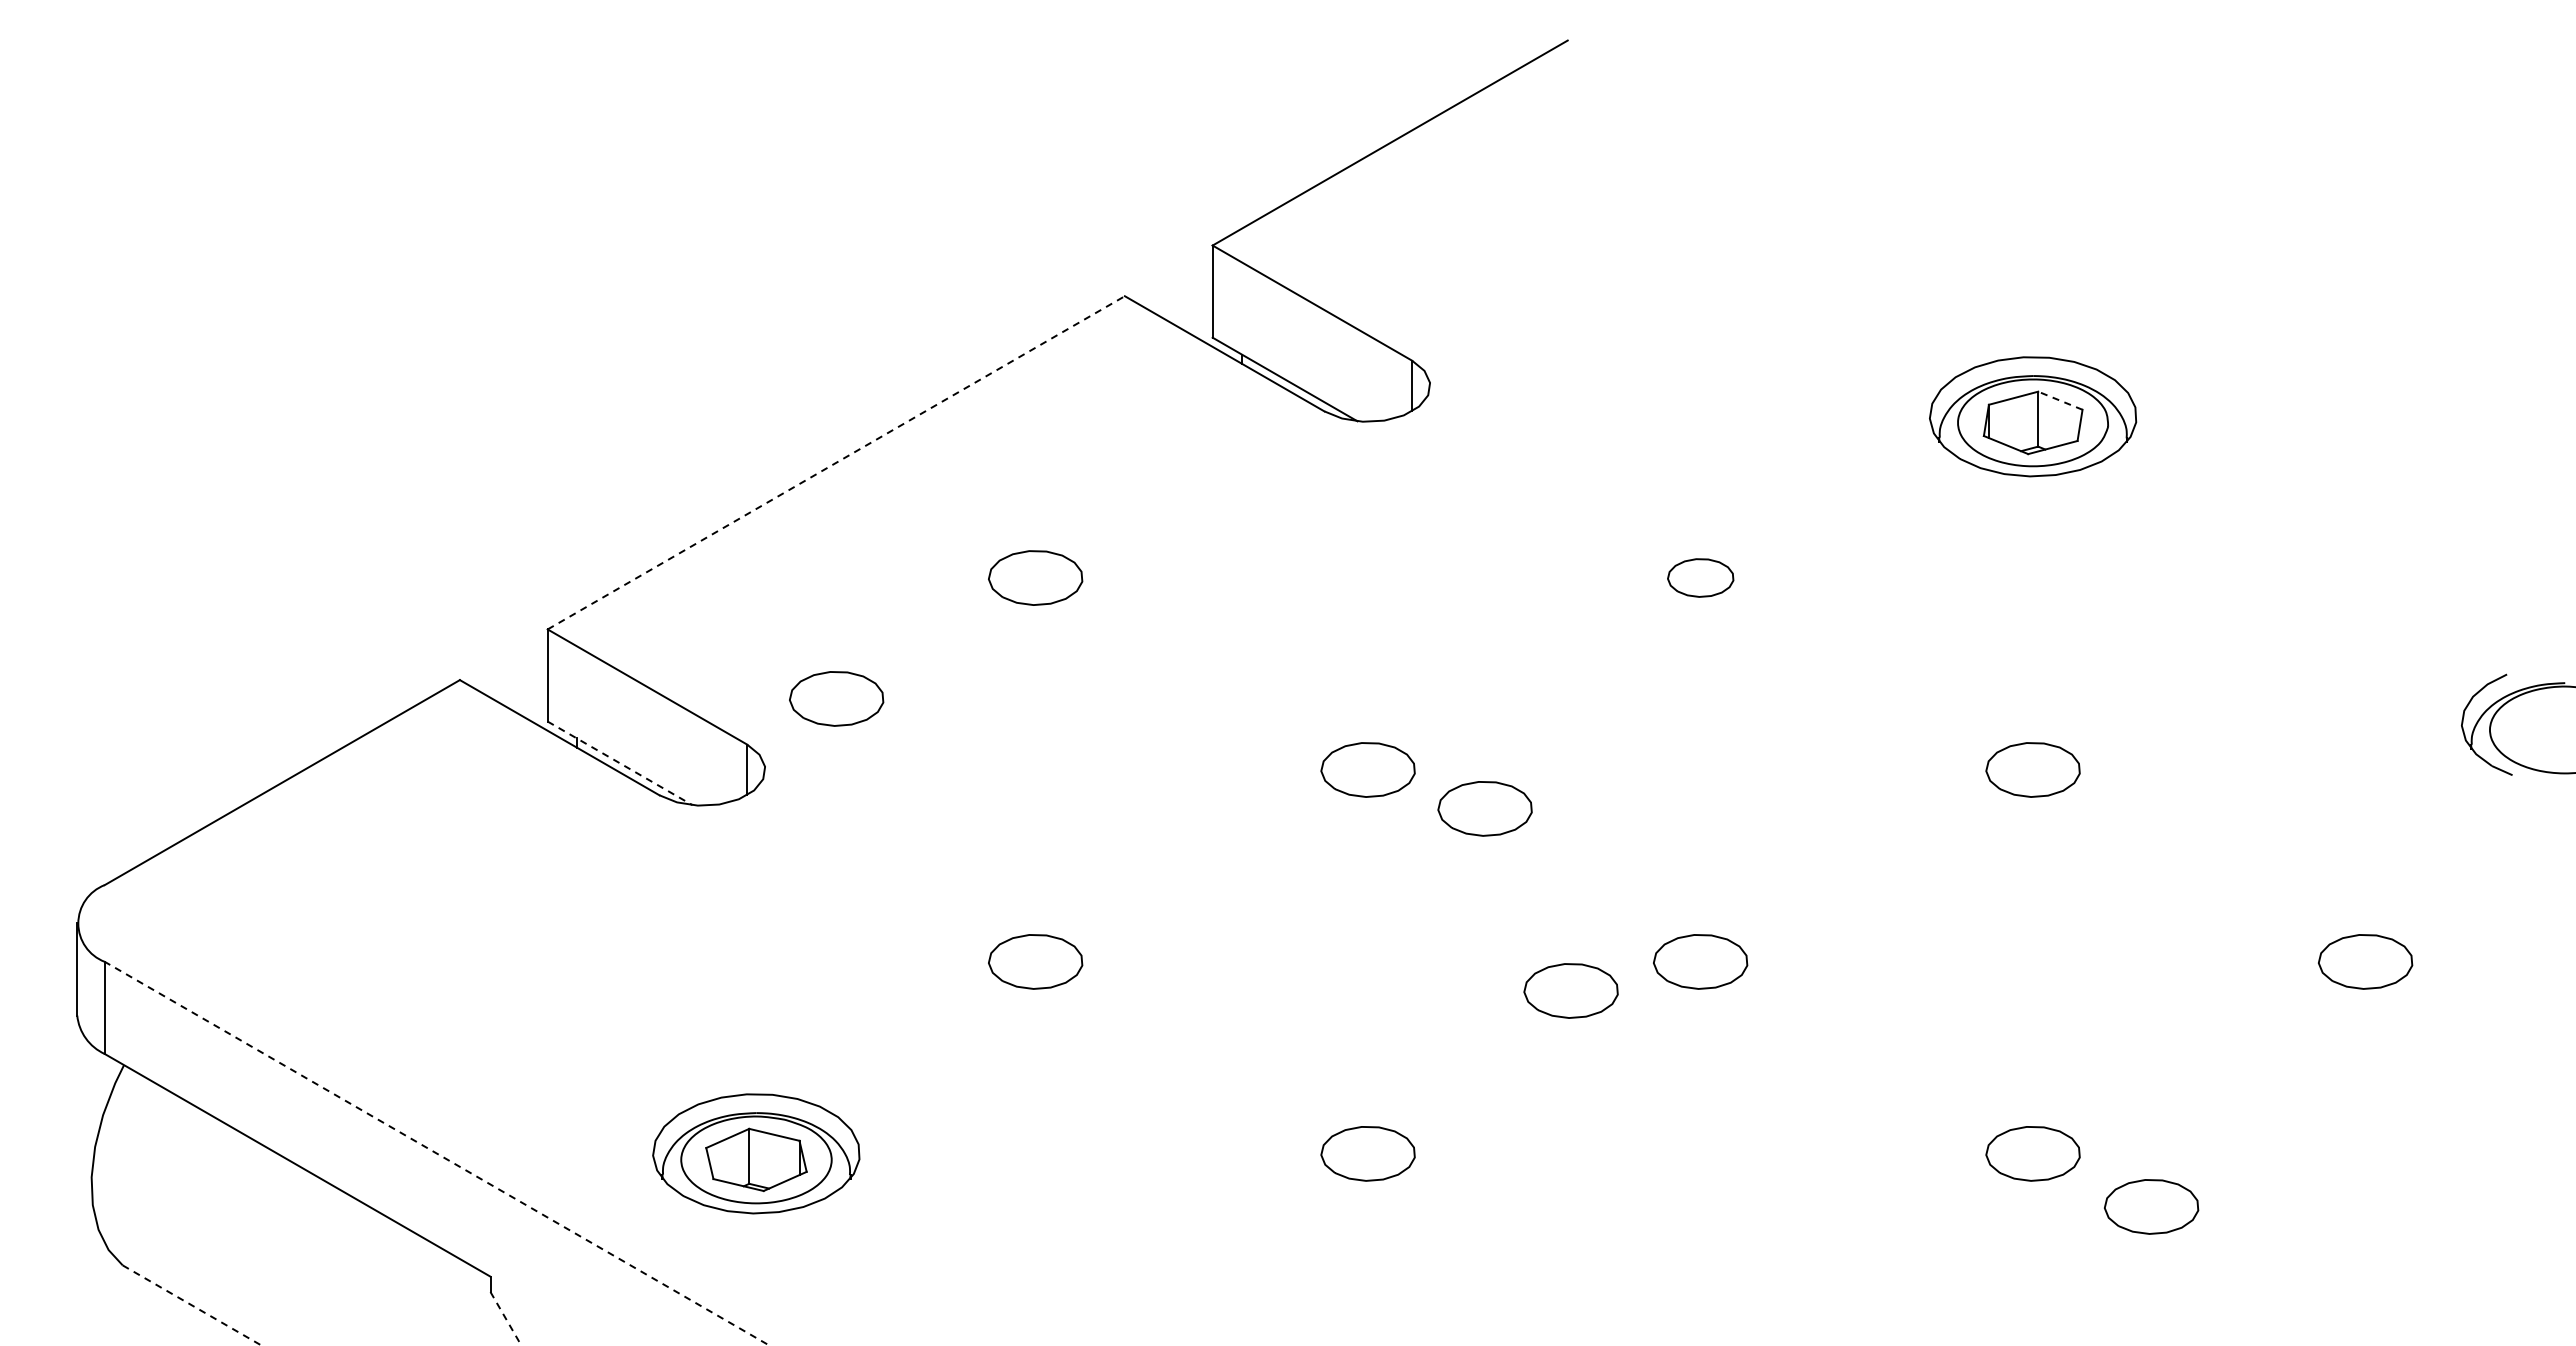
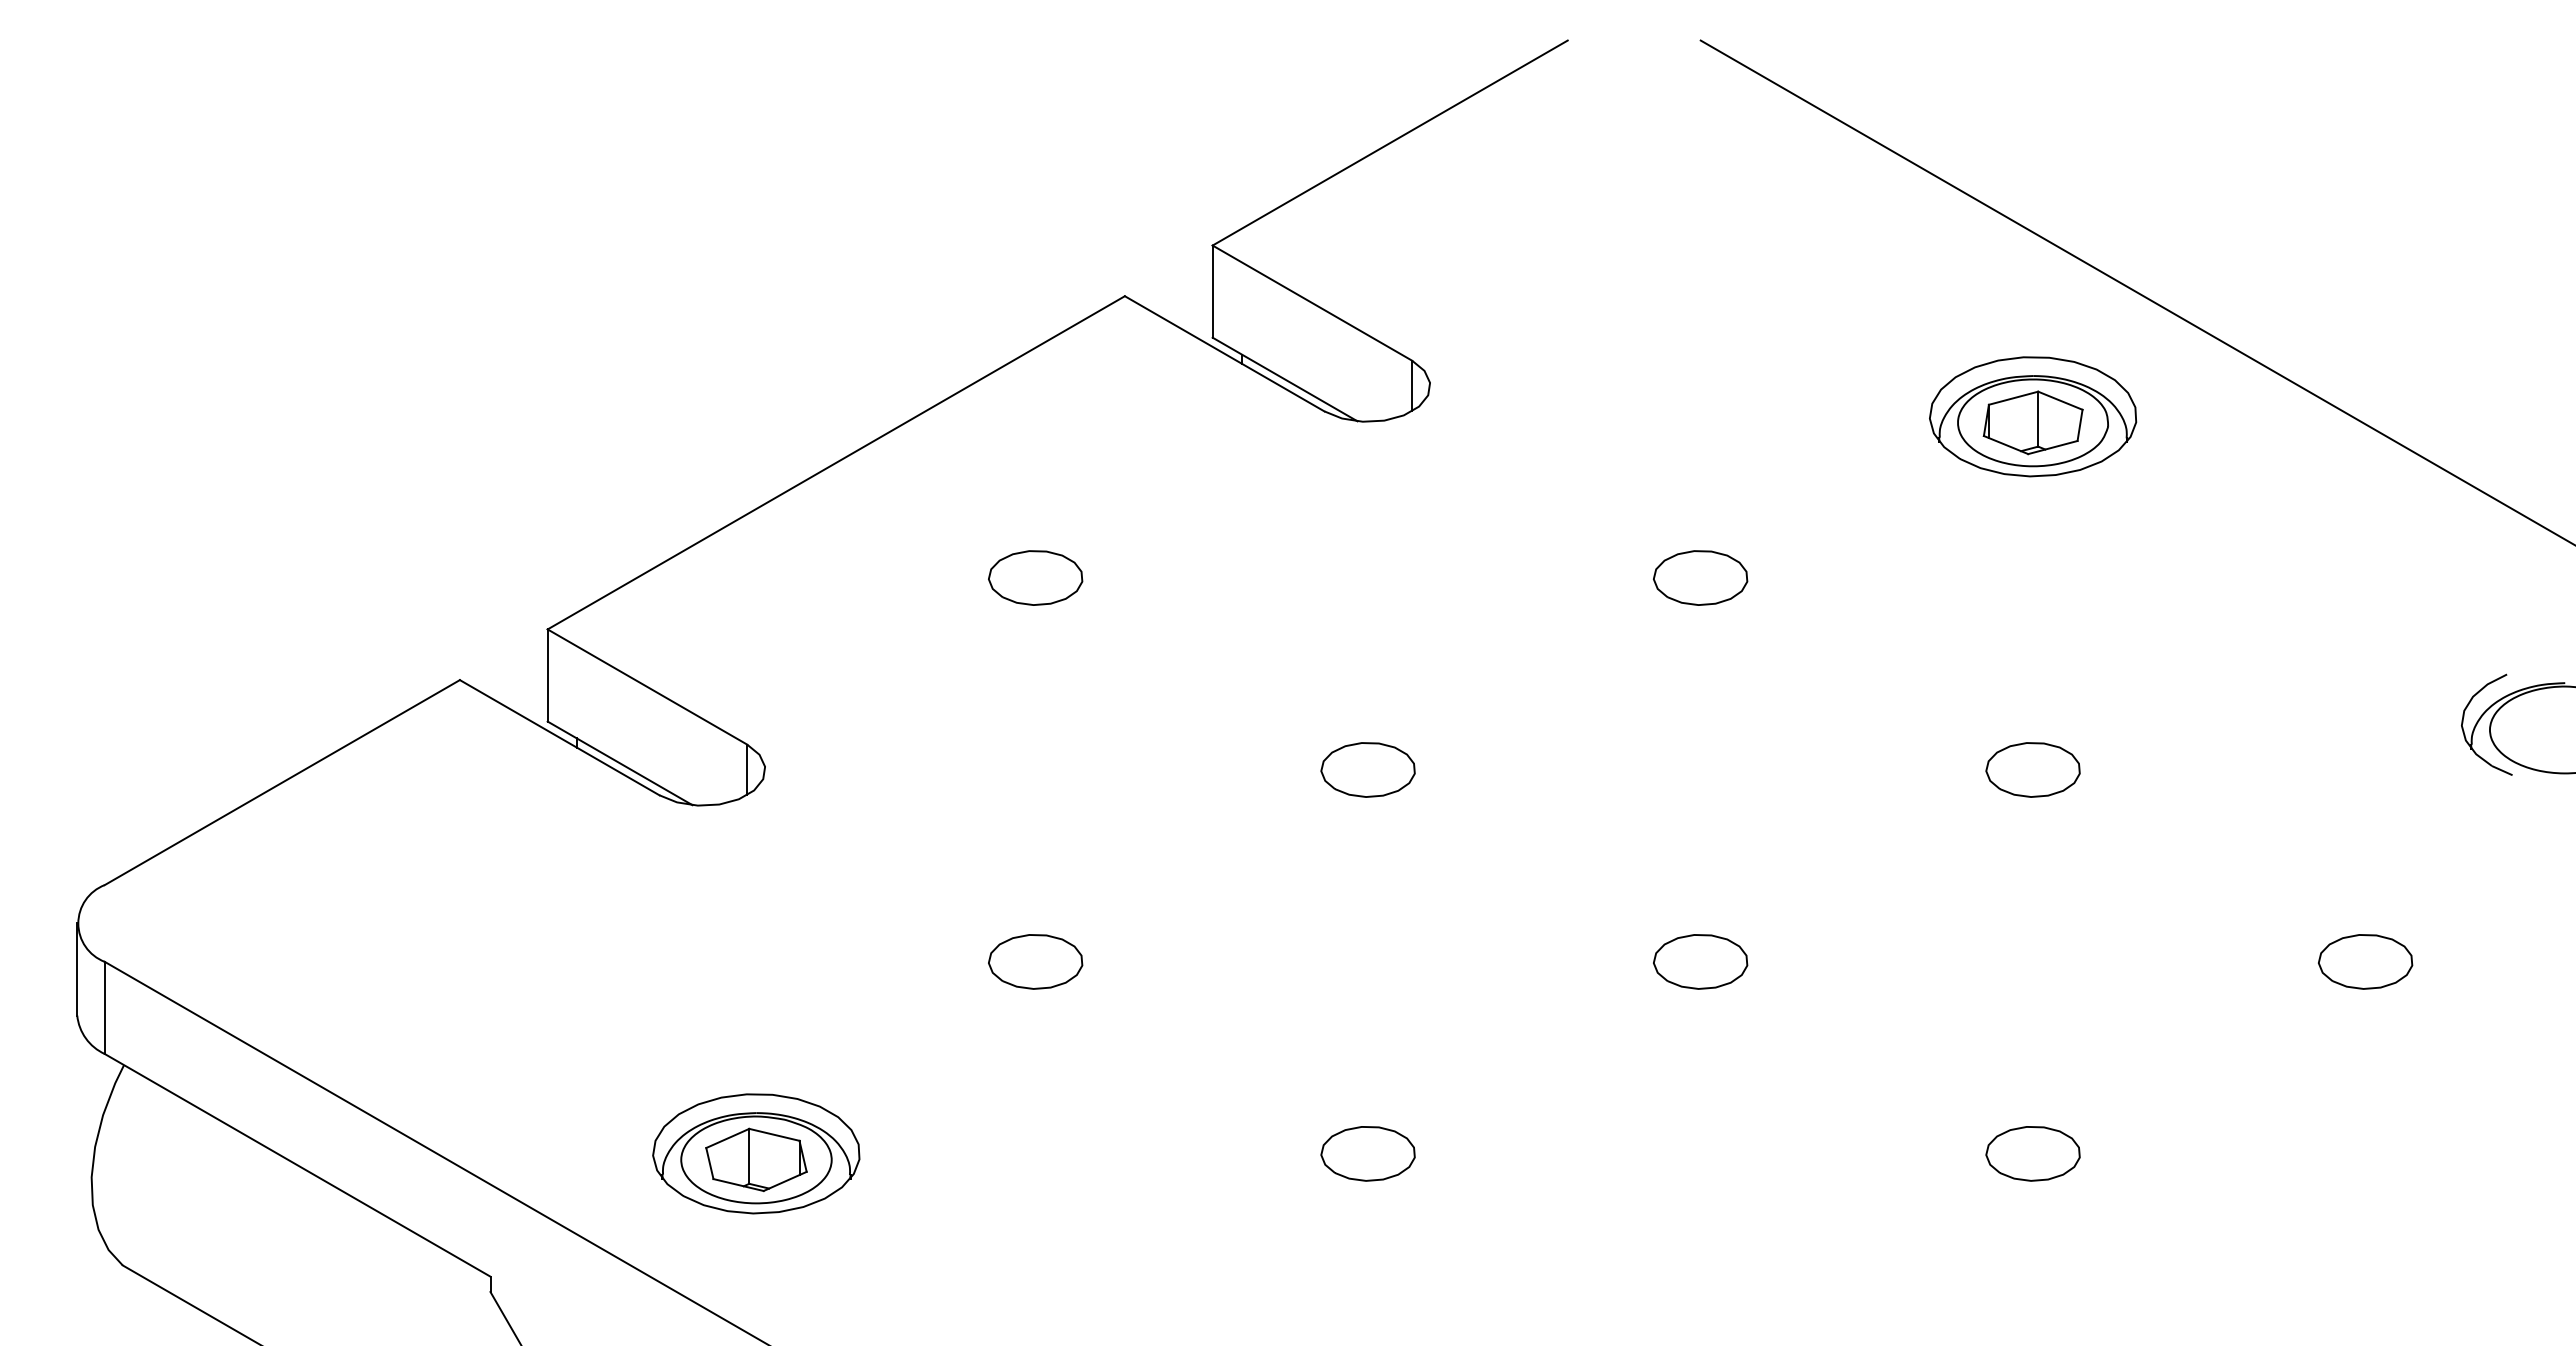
line at (2136, 291): none -> present
line at (2060, 400): dashed -> solid
line at (836, 462): dashed -> solid
part at (1700, 577) size: 68x40 px -> 96x56 px
part at (836, 698): present -> none
line at (620, 763): dashed -> solid
part at (1484, 808): present -> none
part at (1570, 990): present -> none
line at (437, 1153): dashed -> solid
part at (2151, 1206): present -> none
line at (192, 1305): dashed -> solid
line at (505, 1318): dashed -> solid
